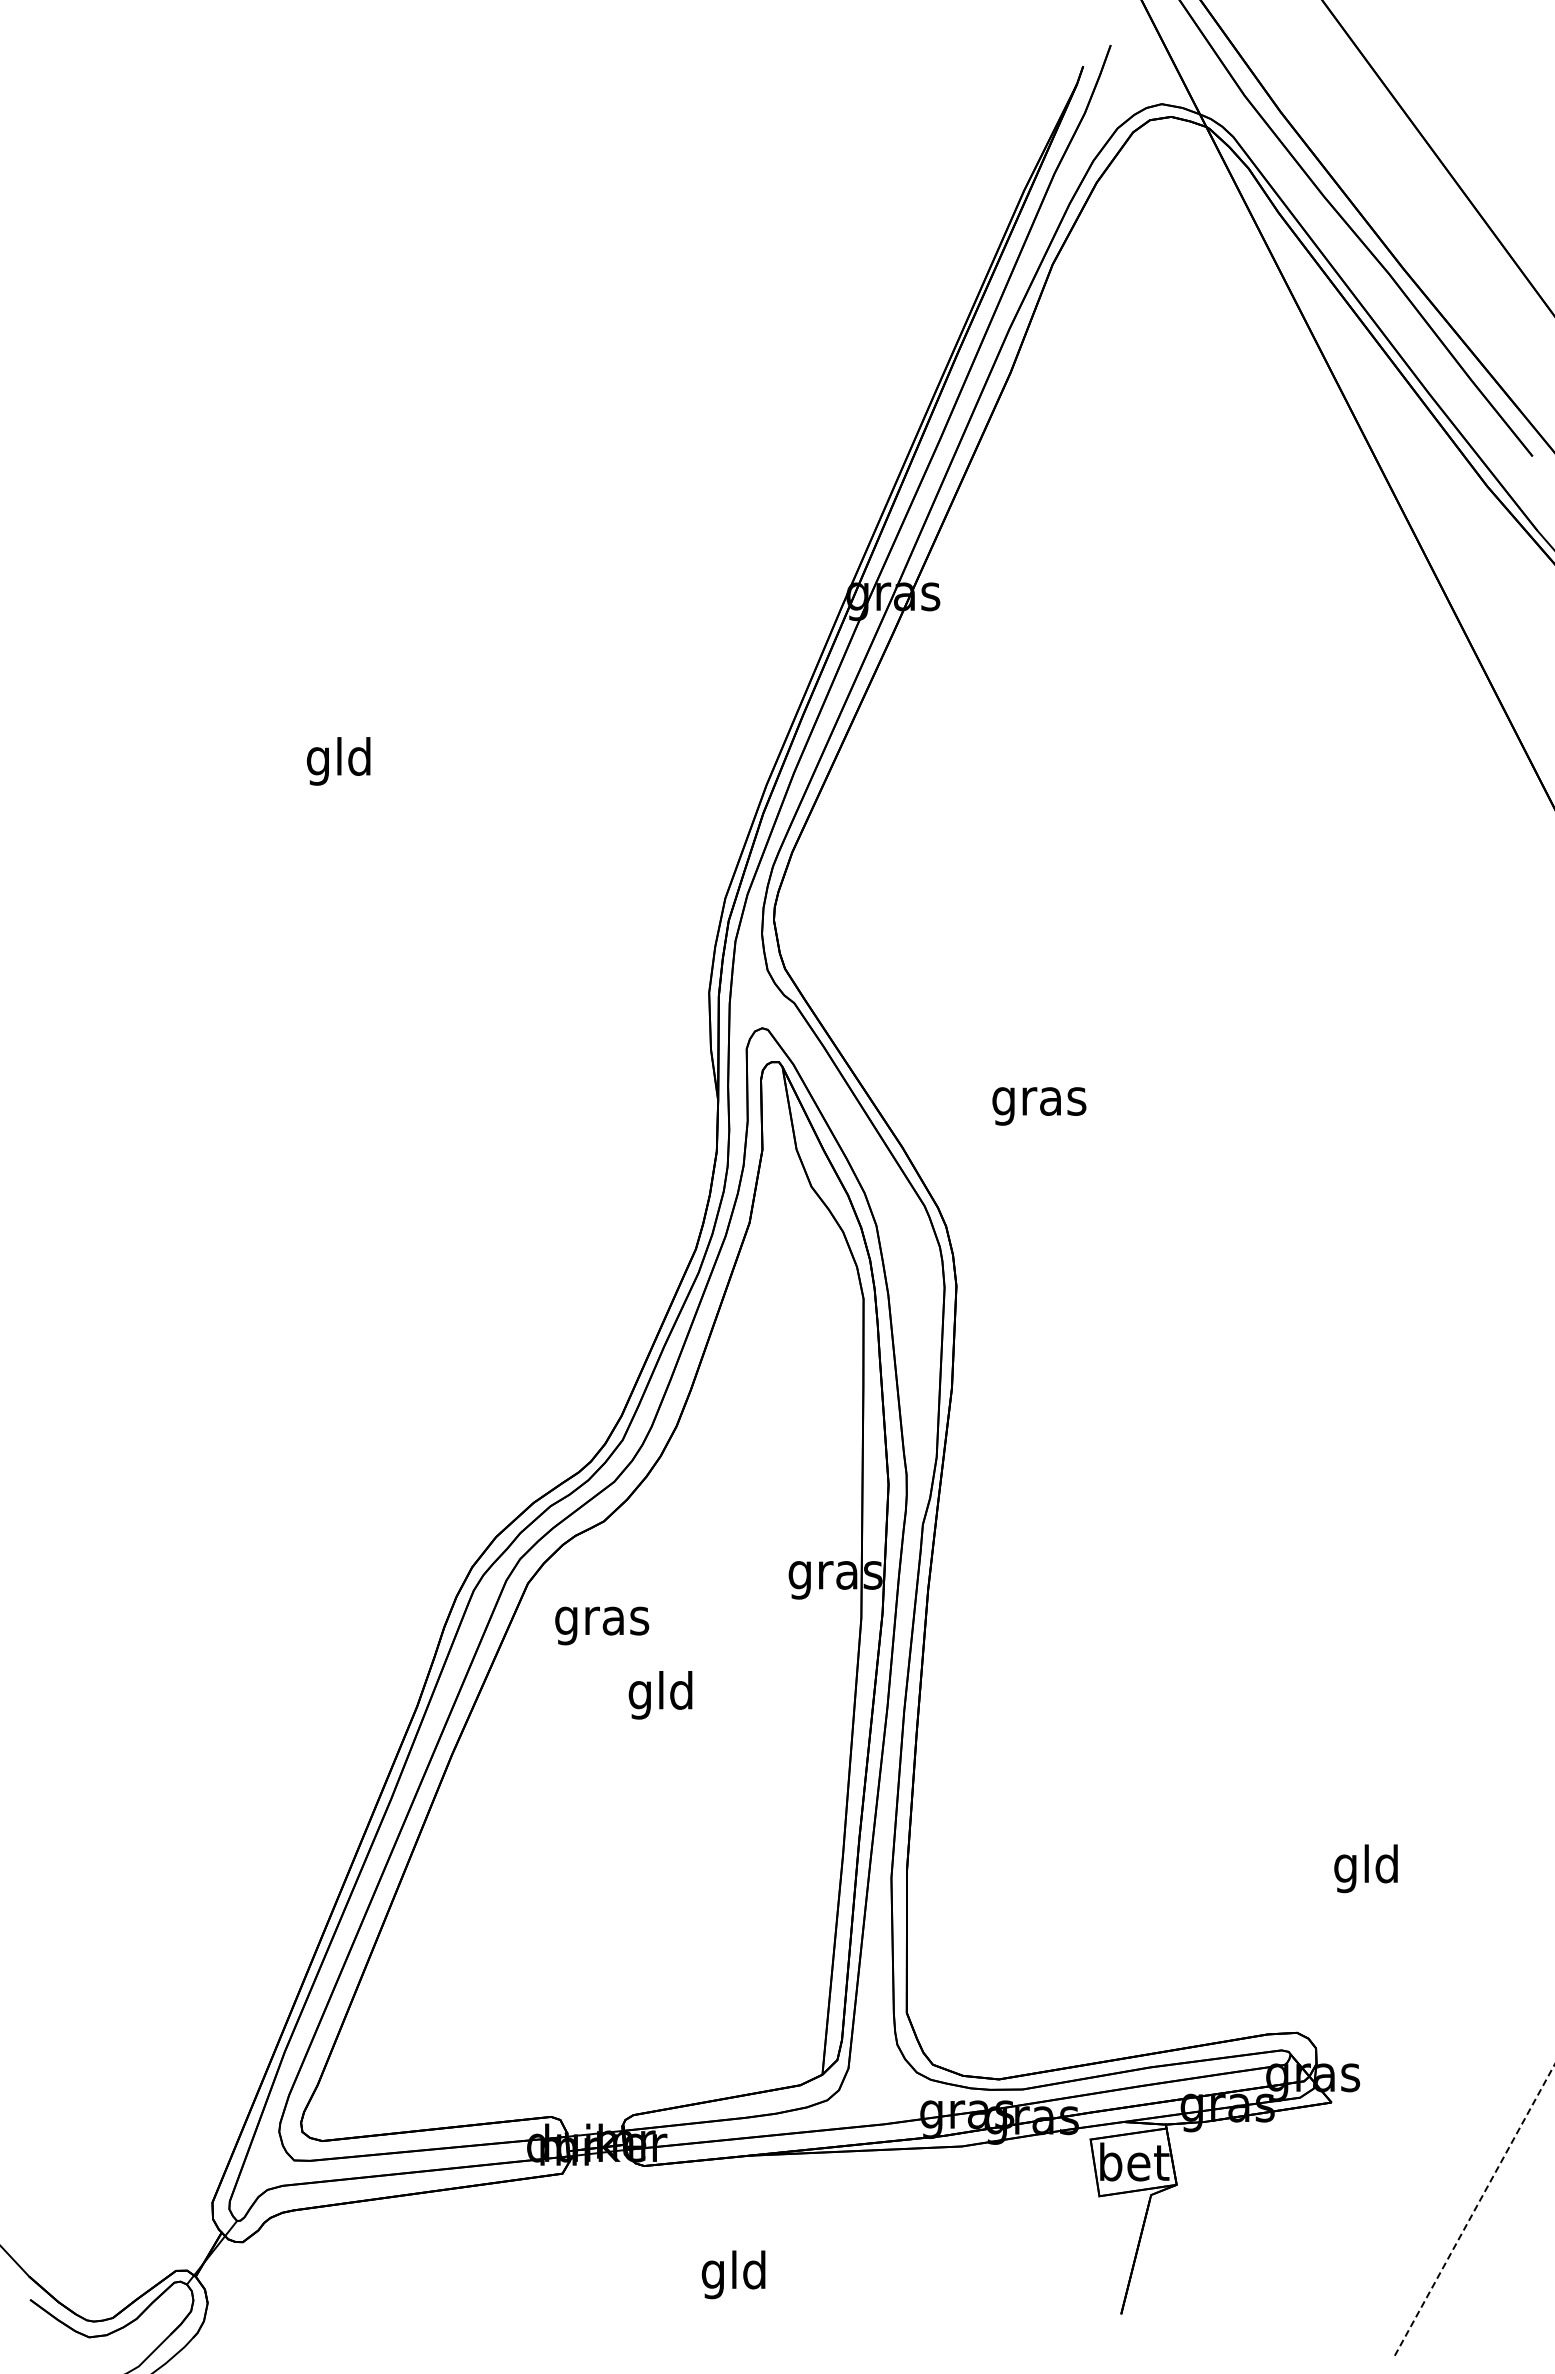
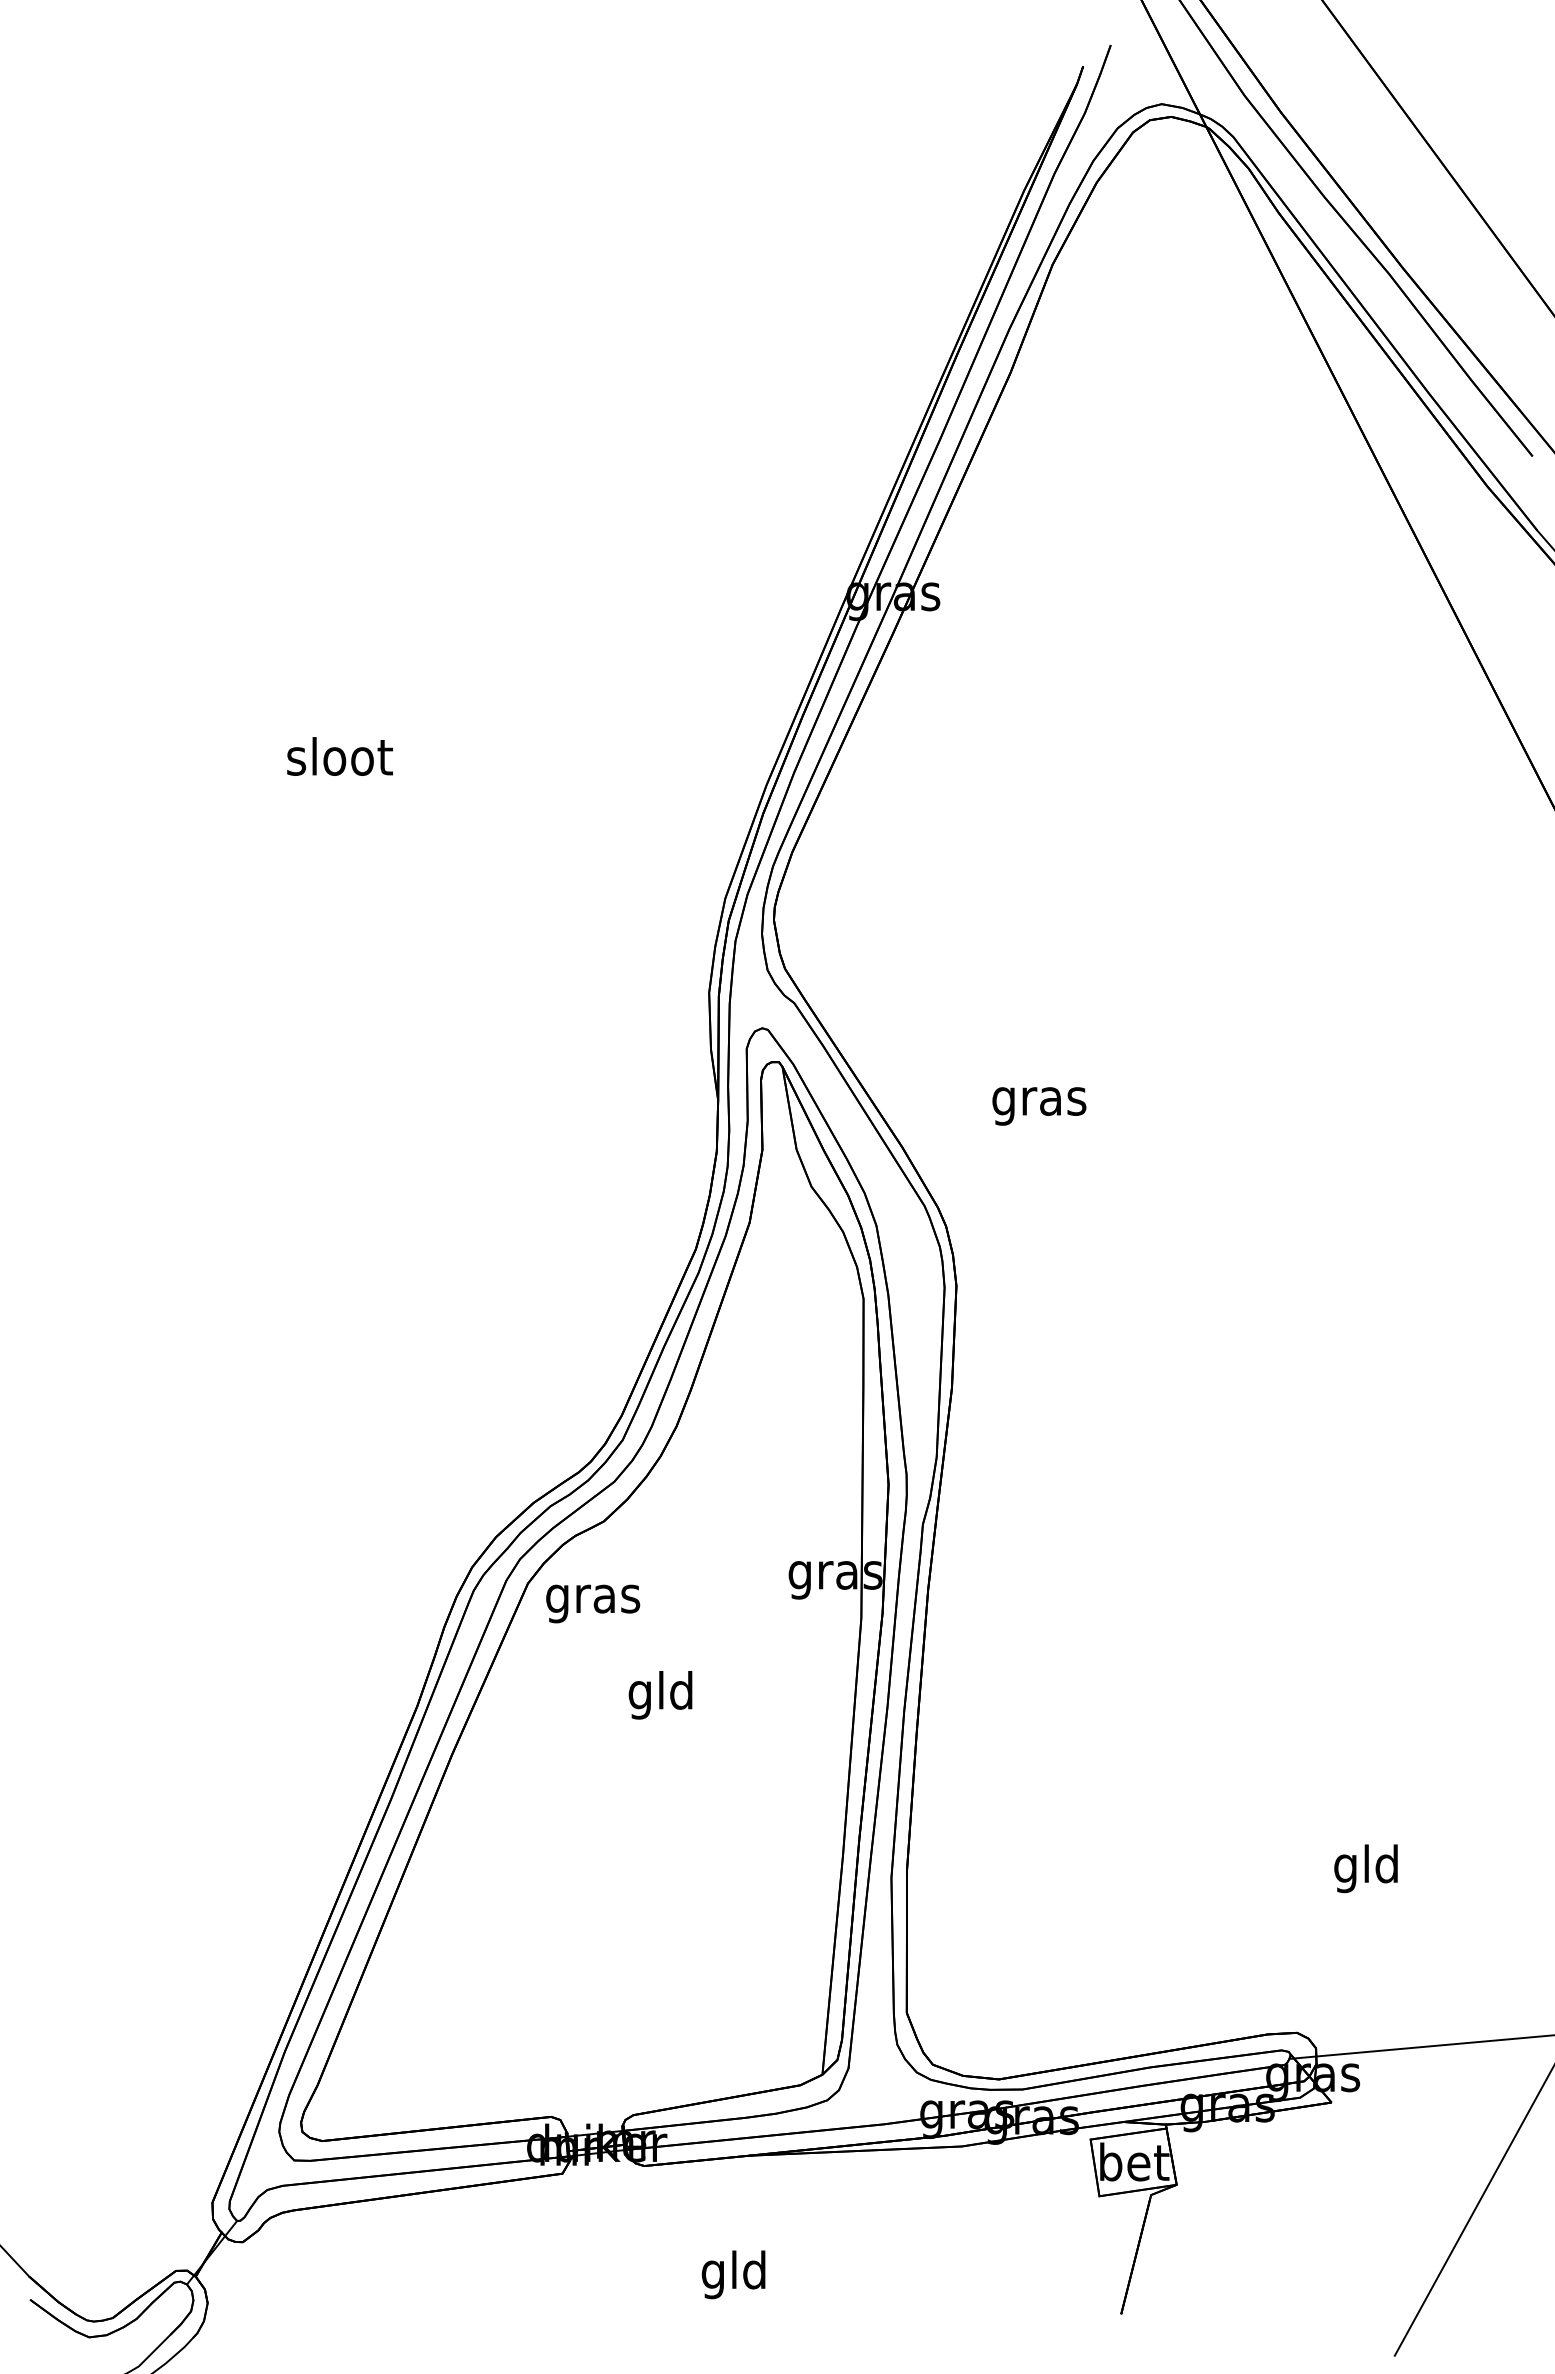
text at (339, 761): gld -> sloot
text at (602, 1625) position: (602, 1625) -> (593, 1603)
line at (1420, 2046): none -> present
line at (1475, 2209): dashed -> solid
